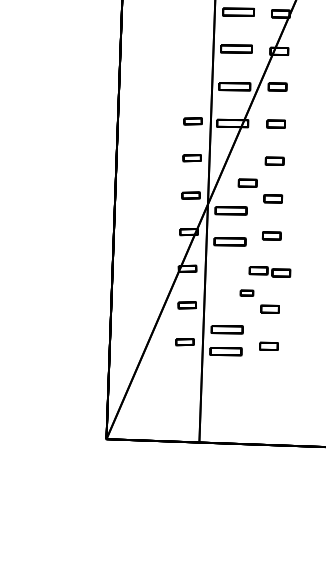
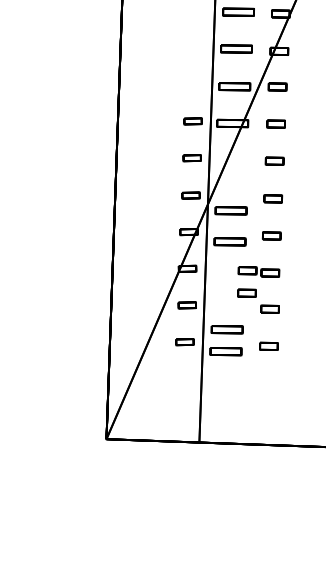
part at (247, 182): present -> none
part at (269, 271) position: (269, 271) -> (258, 271)
part at (246, 292) size: 16x8 px -> 20x10 px
